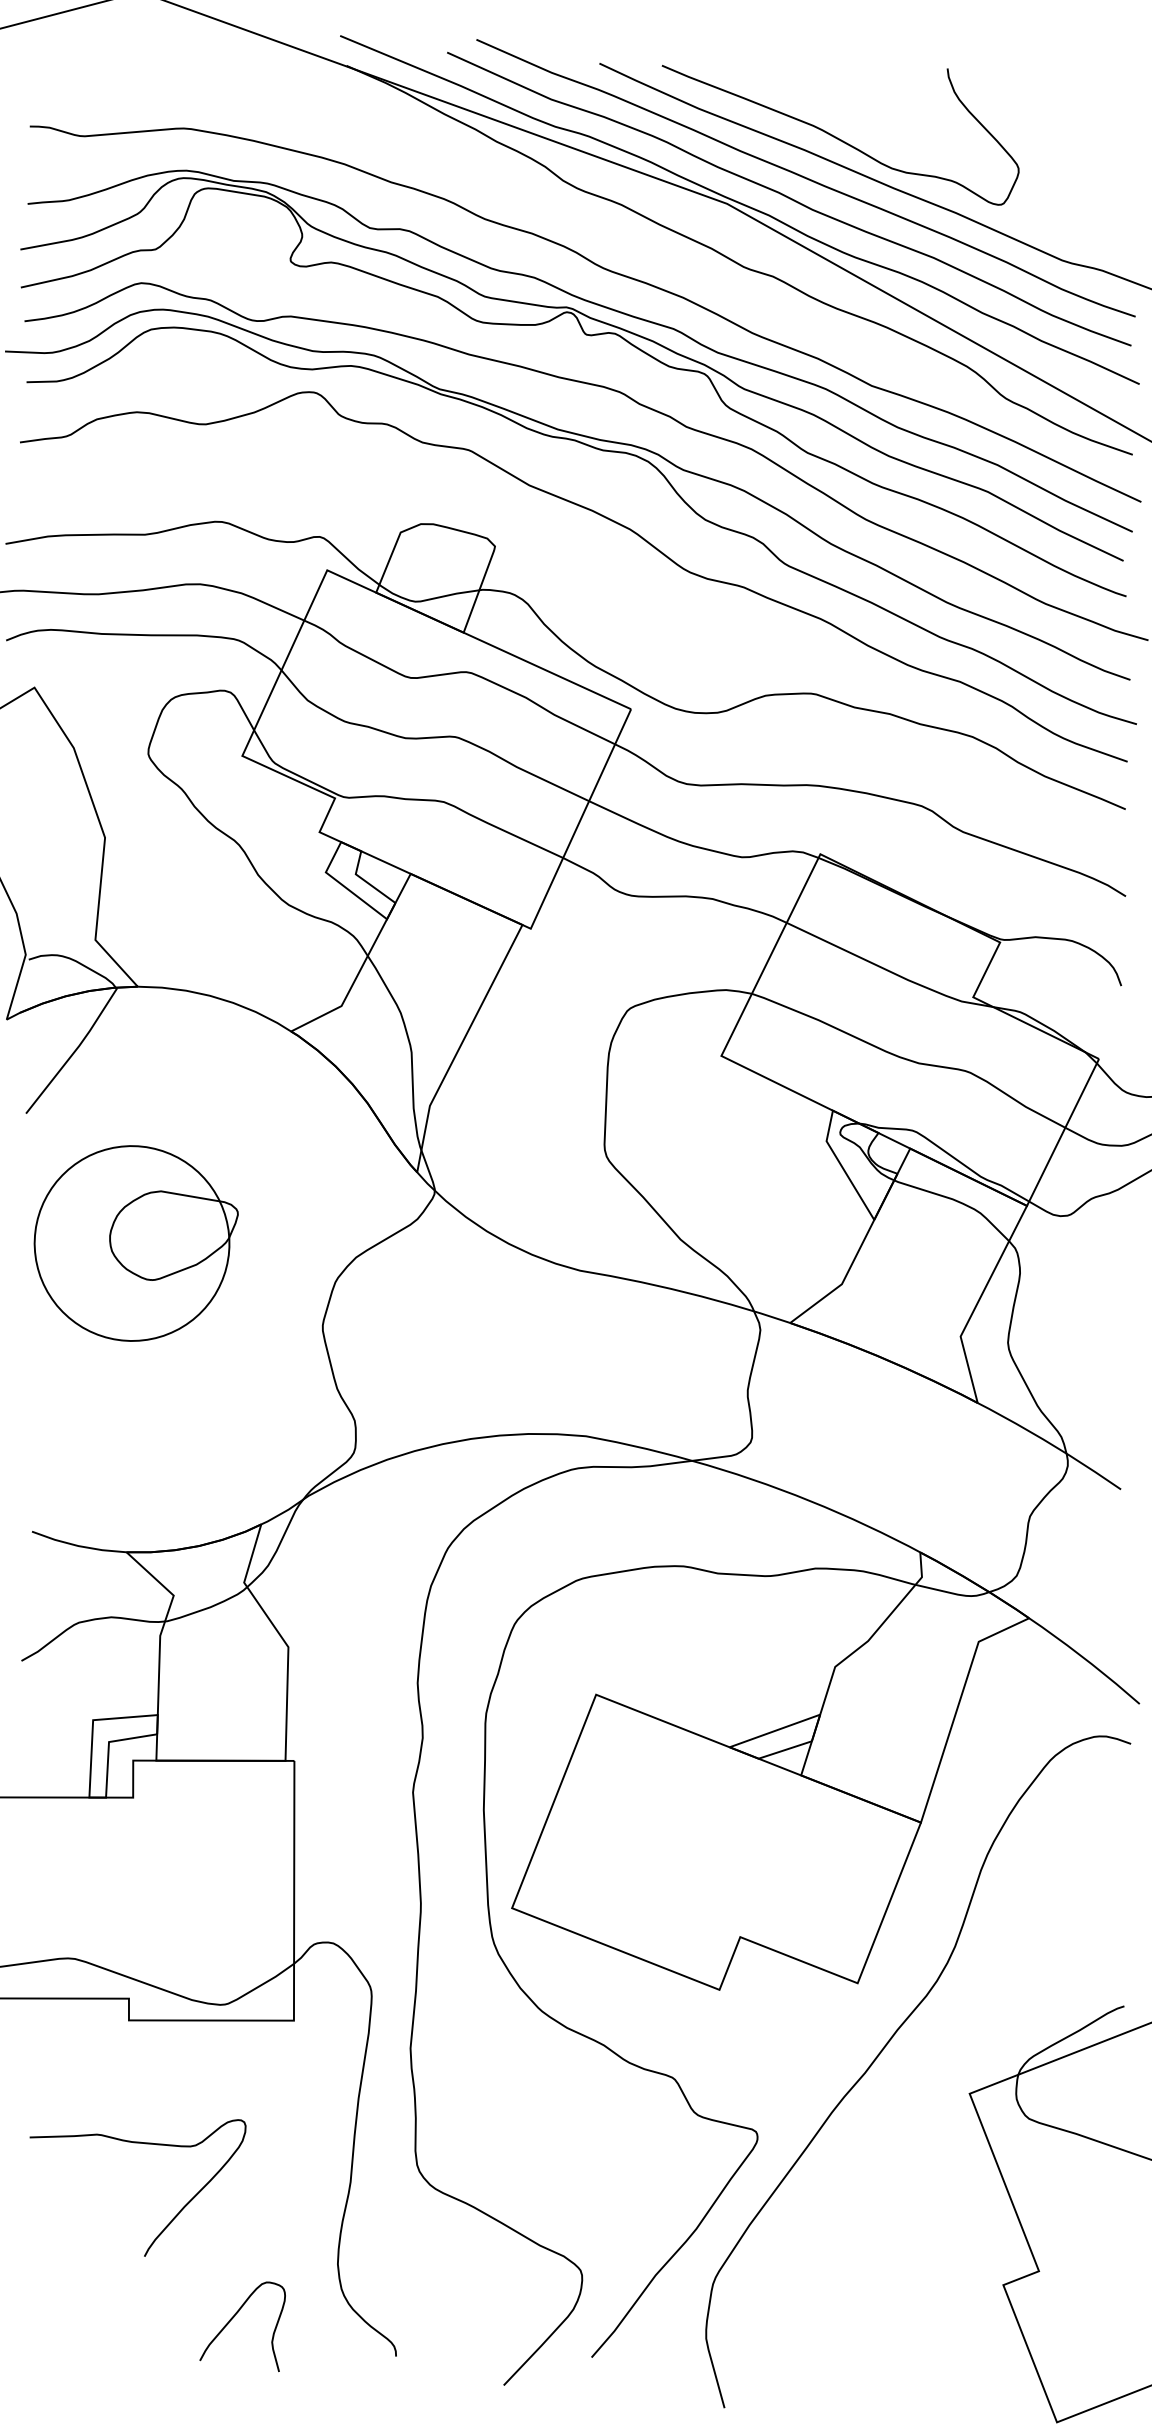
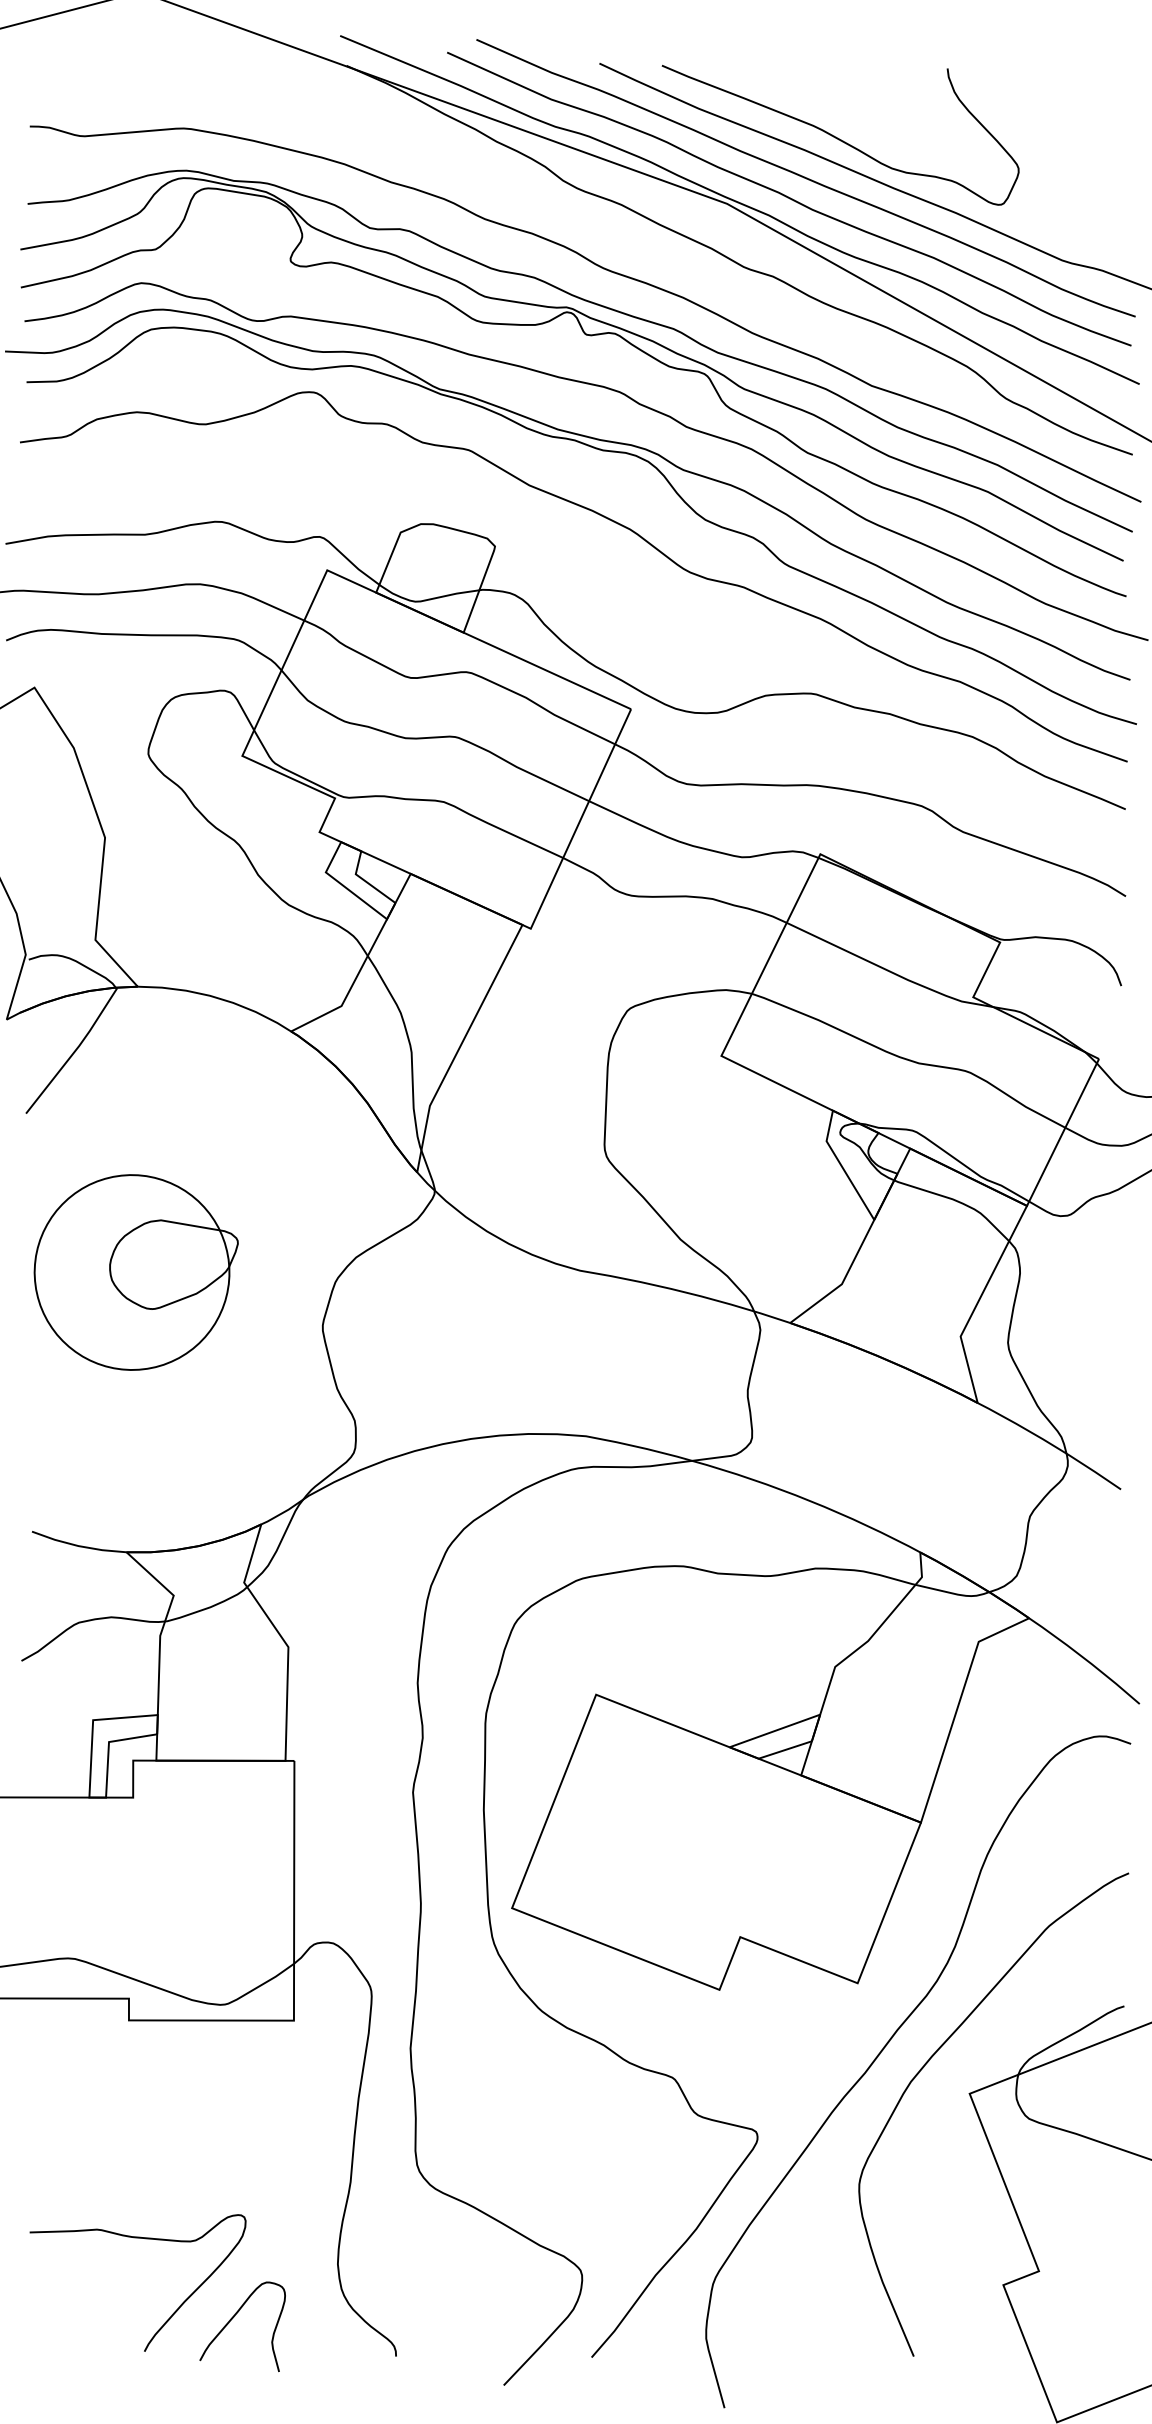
part at (135, 1243) position: (135, 1243) -> (135, 1272)
curve at (929, 2061): none -> present
curve at (145, 2144) position: (145, 2144) -> (145, 2239)
